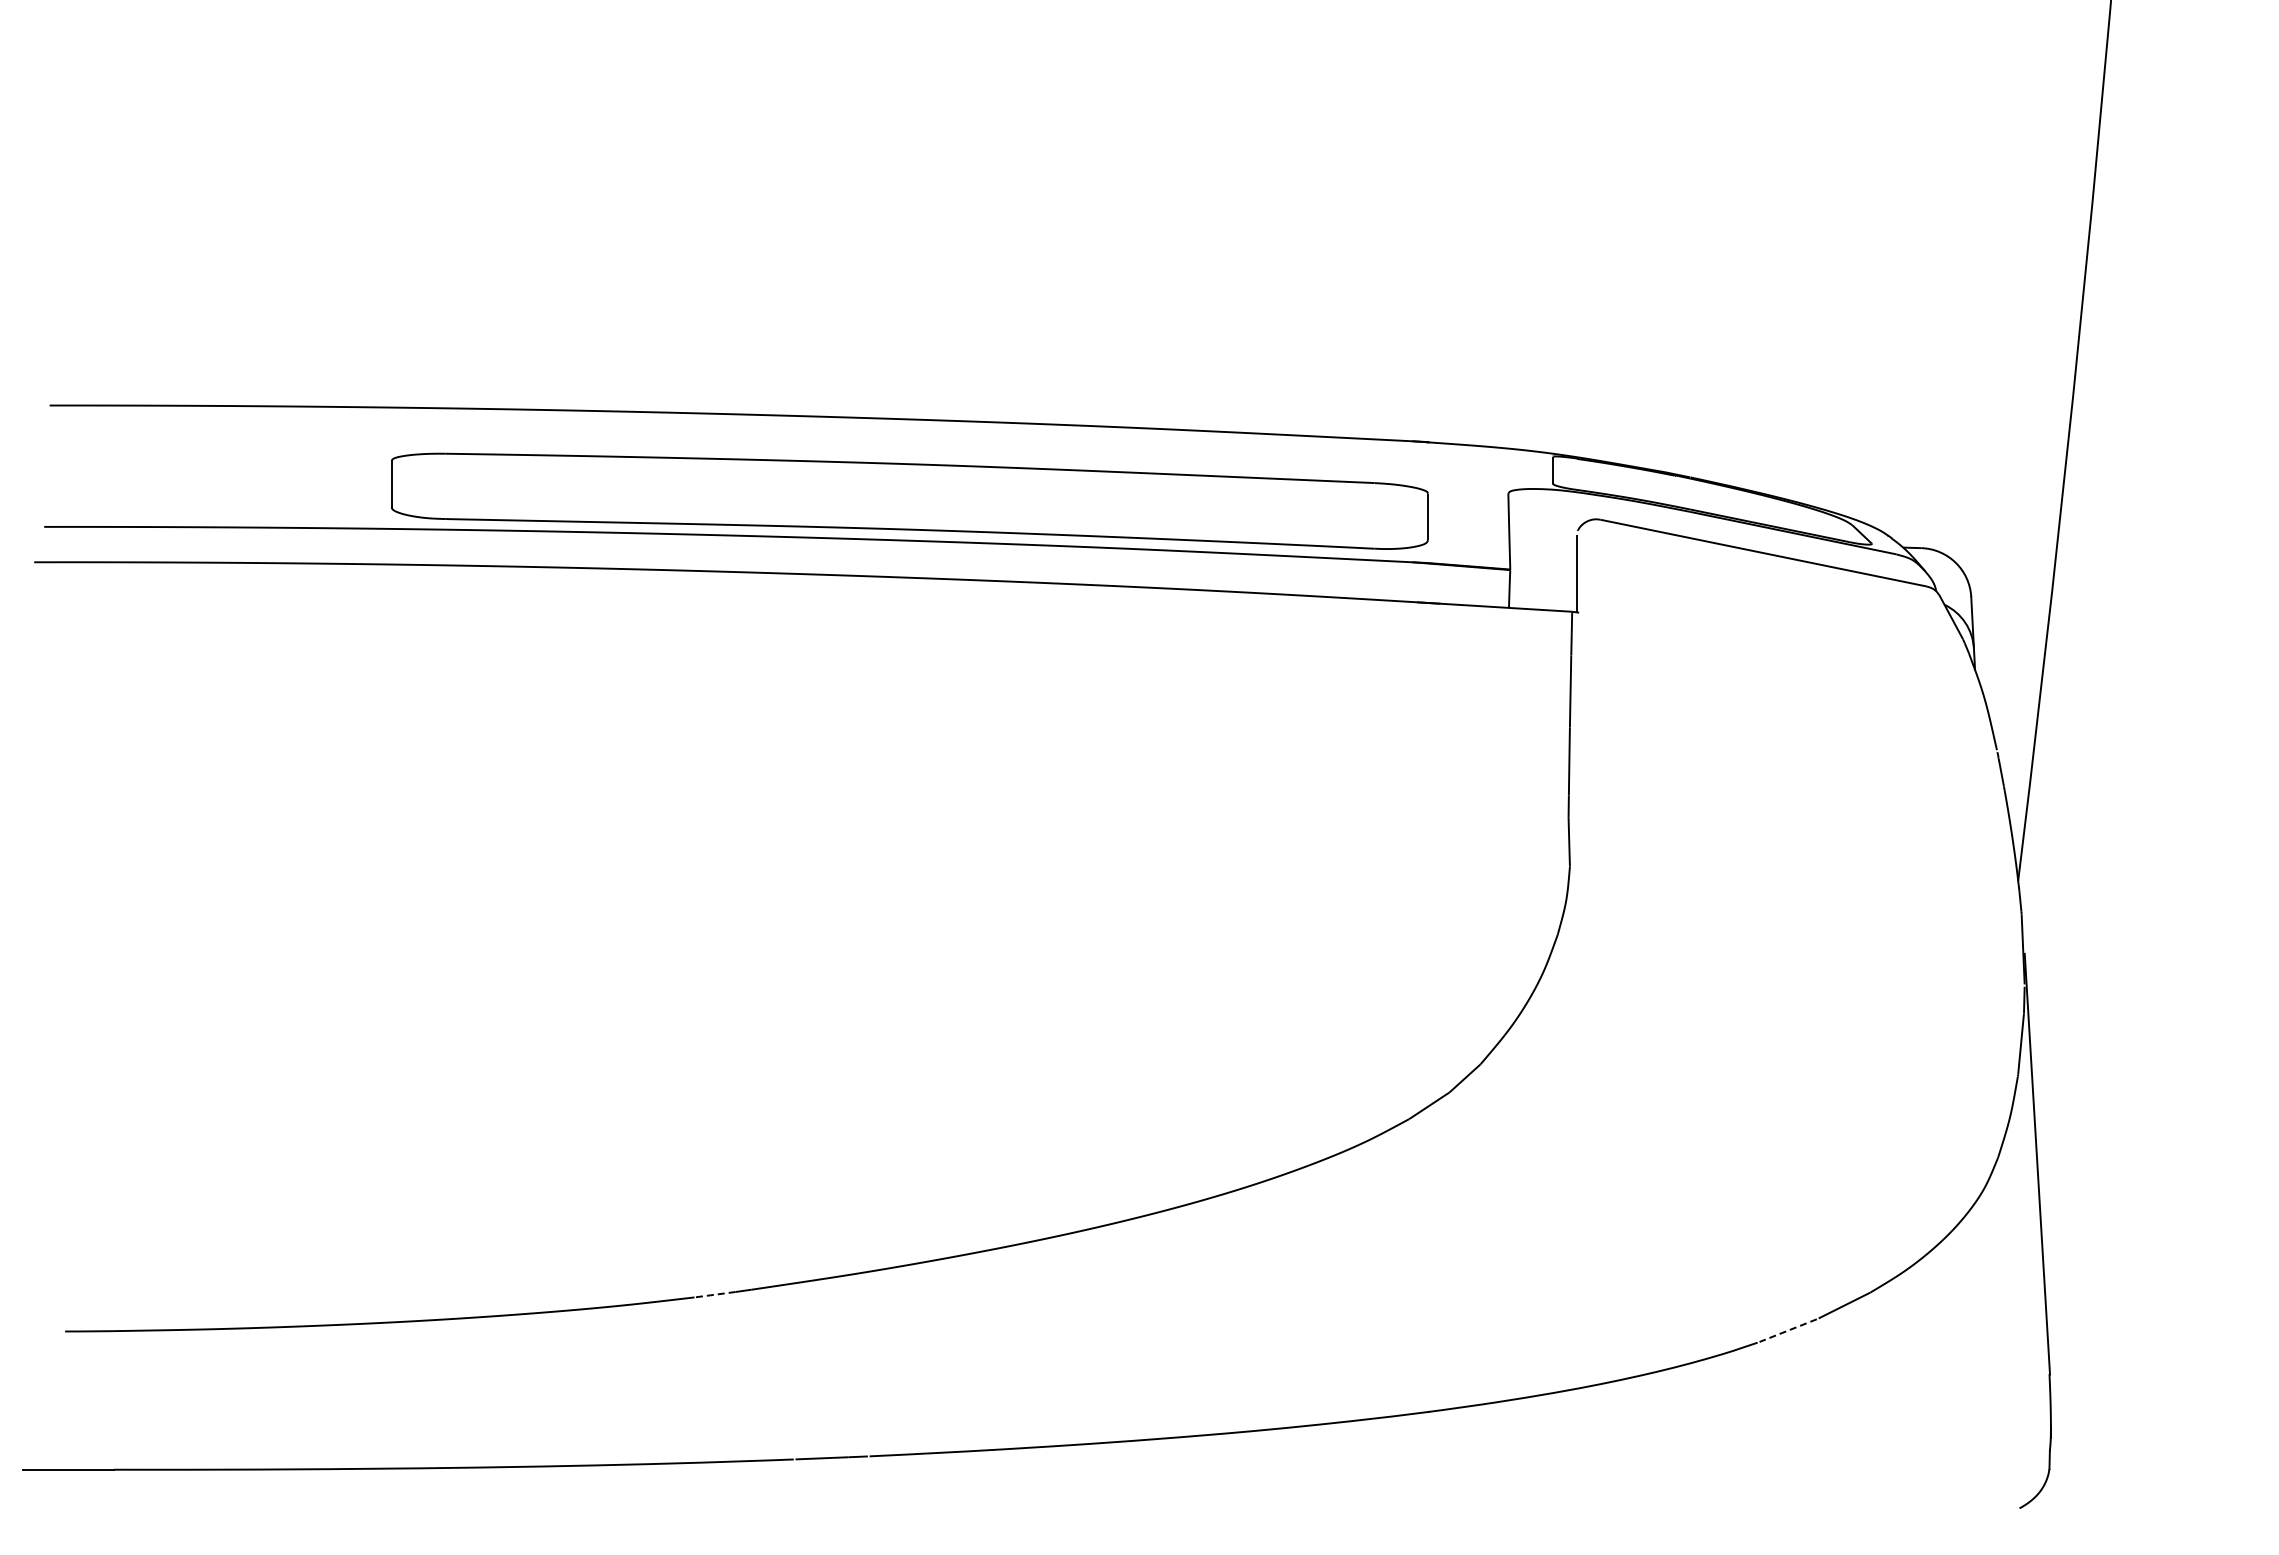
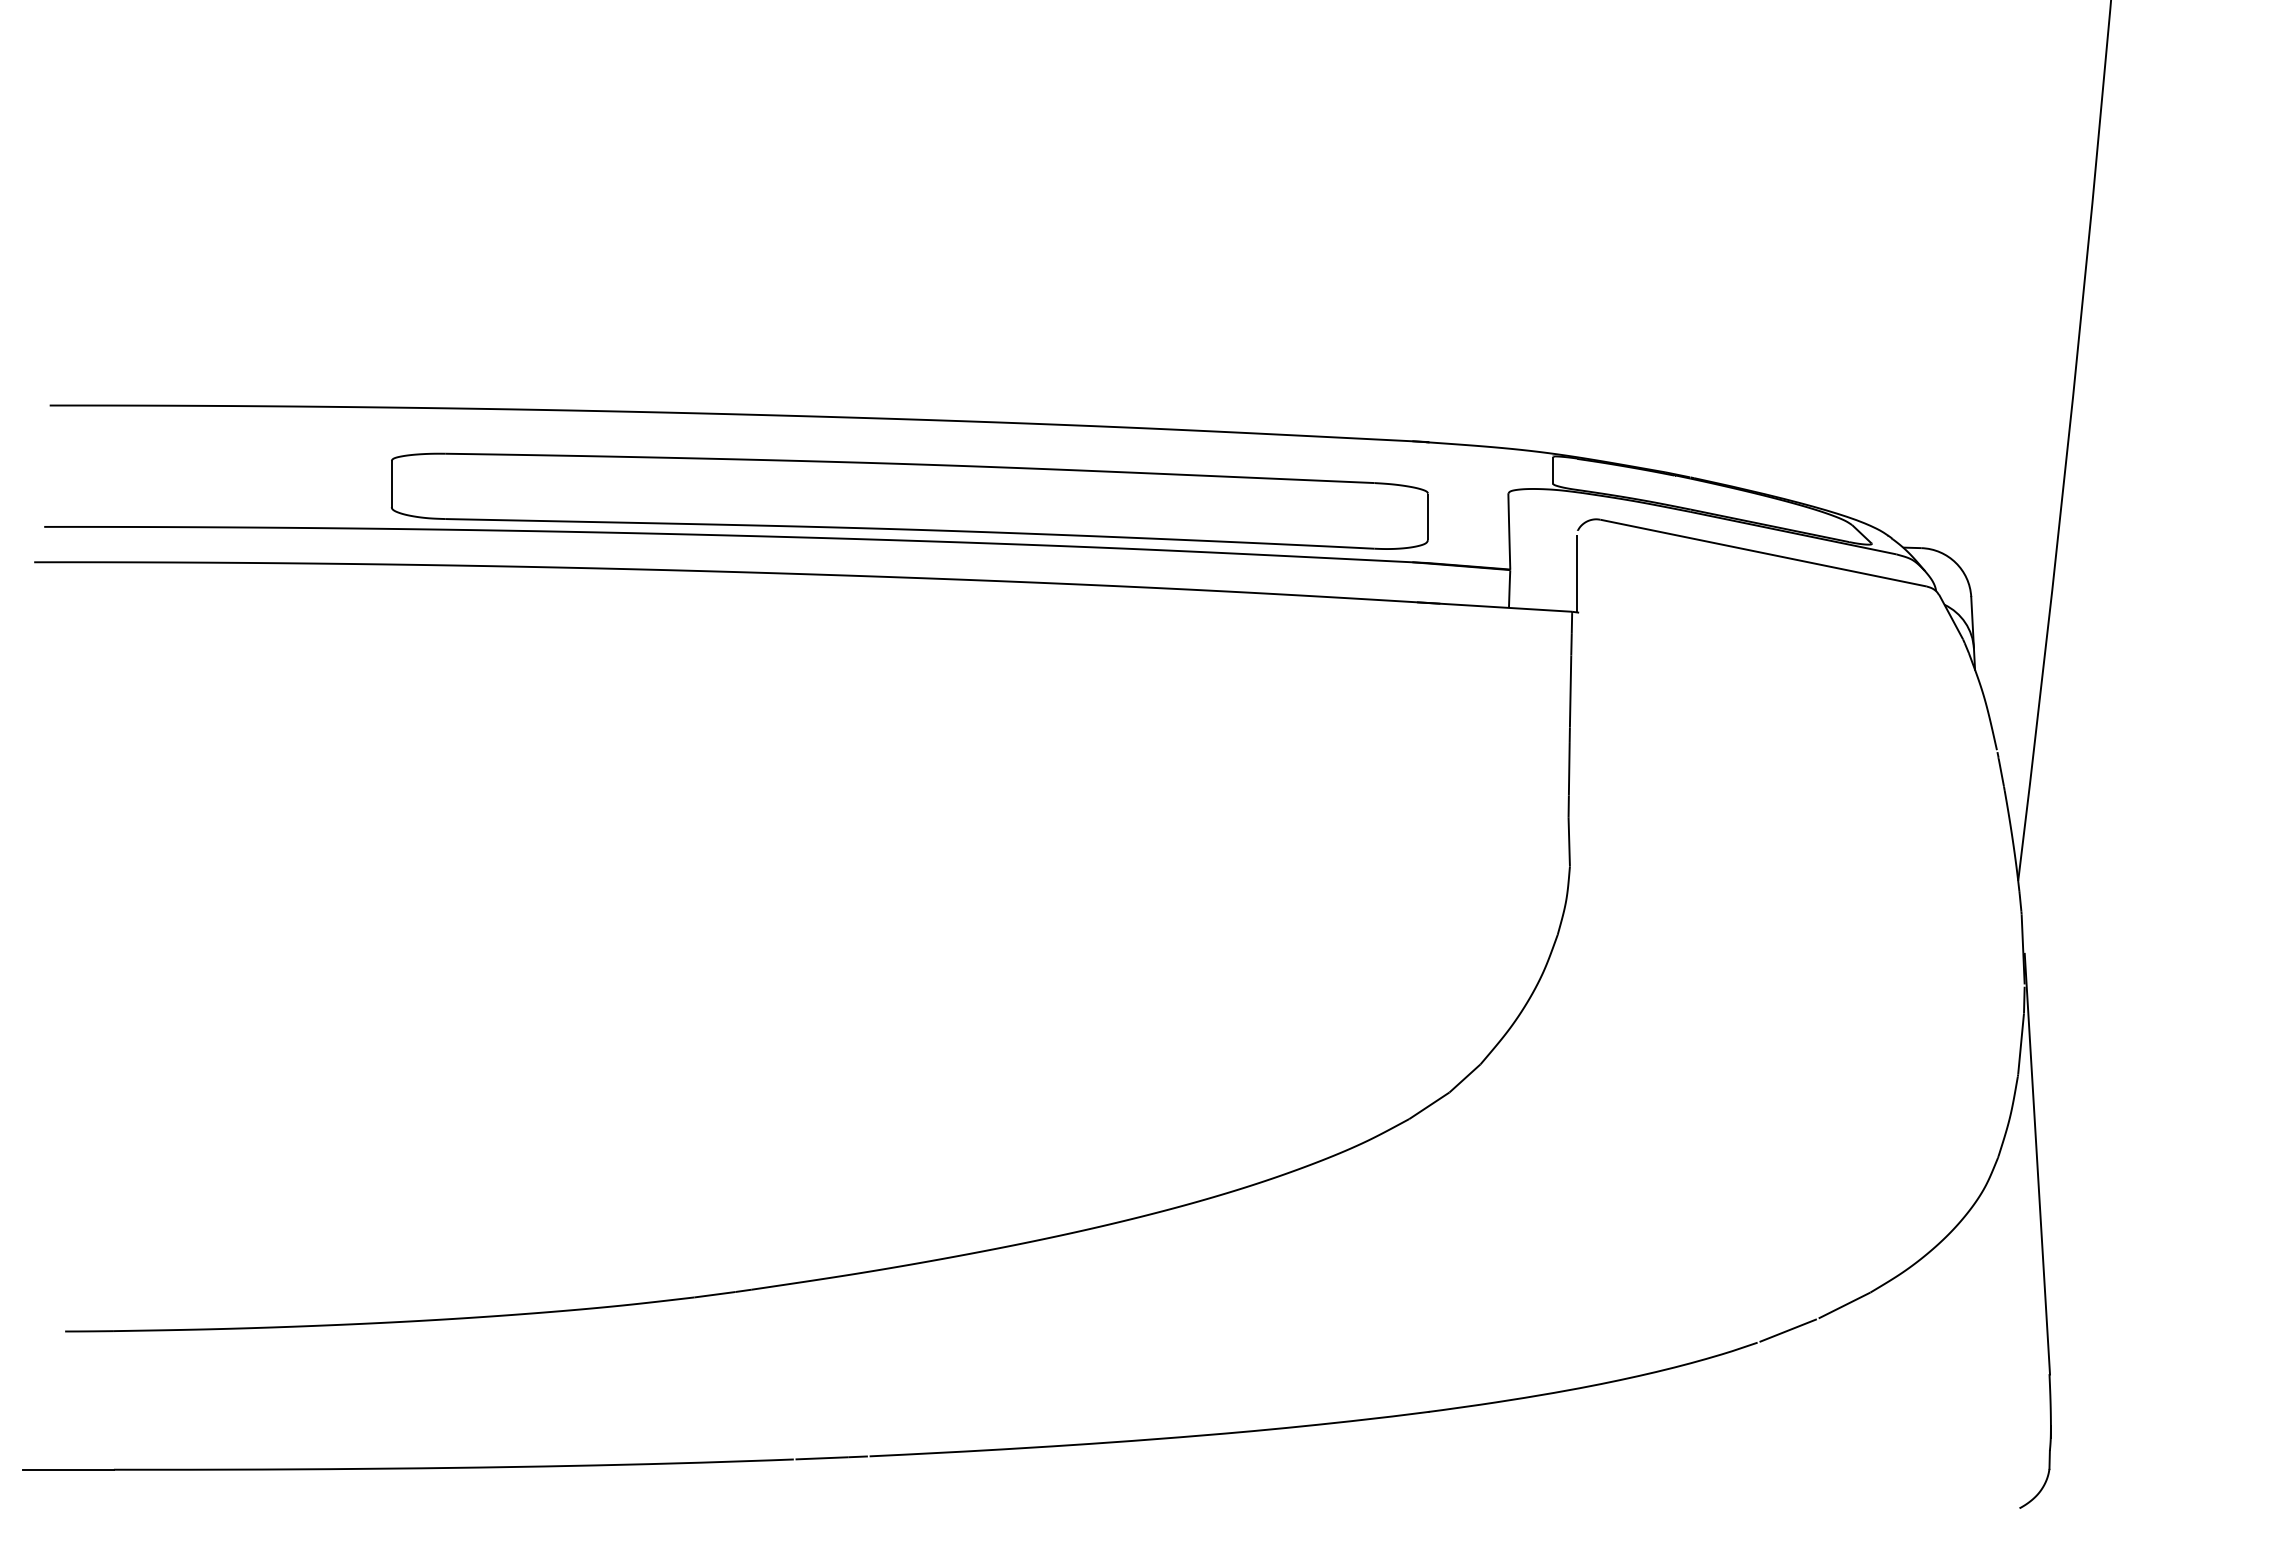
line at (715, 1294): dashed -> solid
line at (1788, 1330): dashed -> solid
